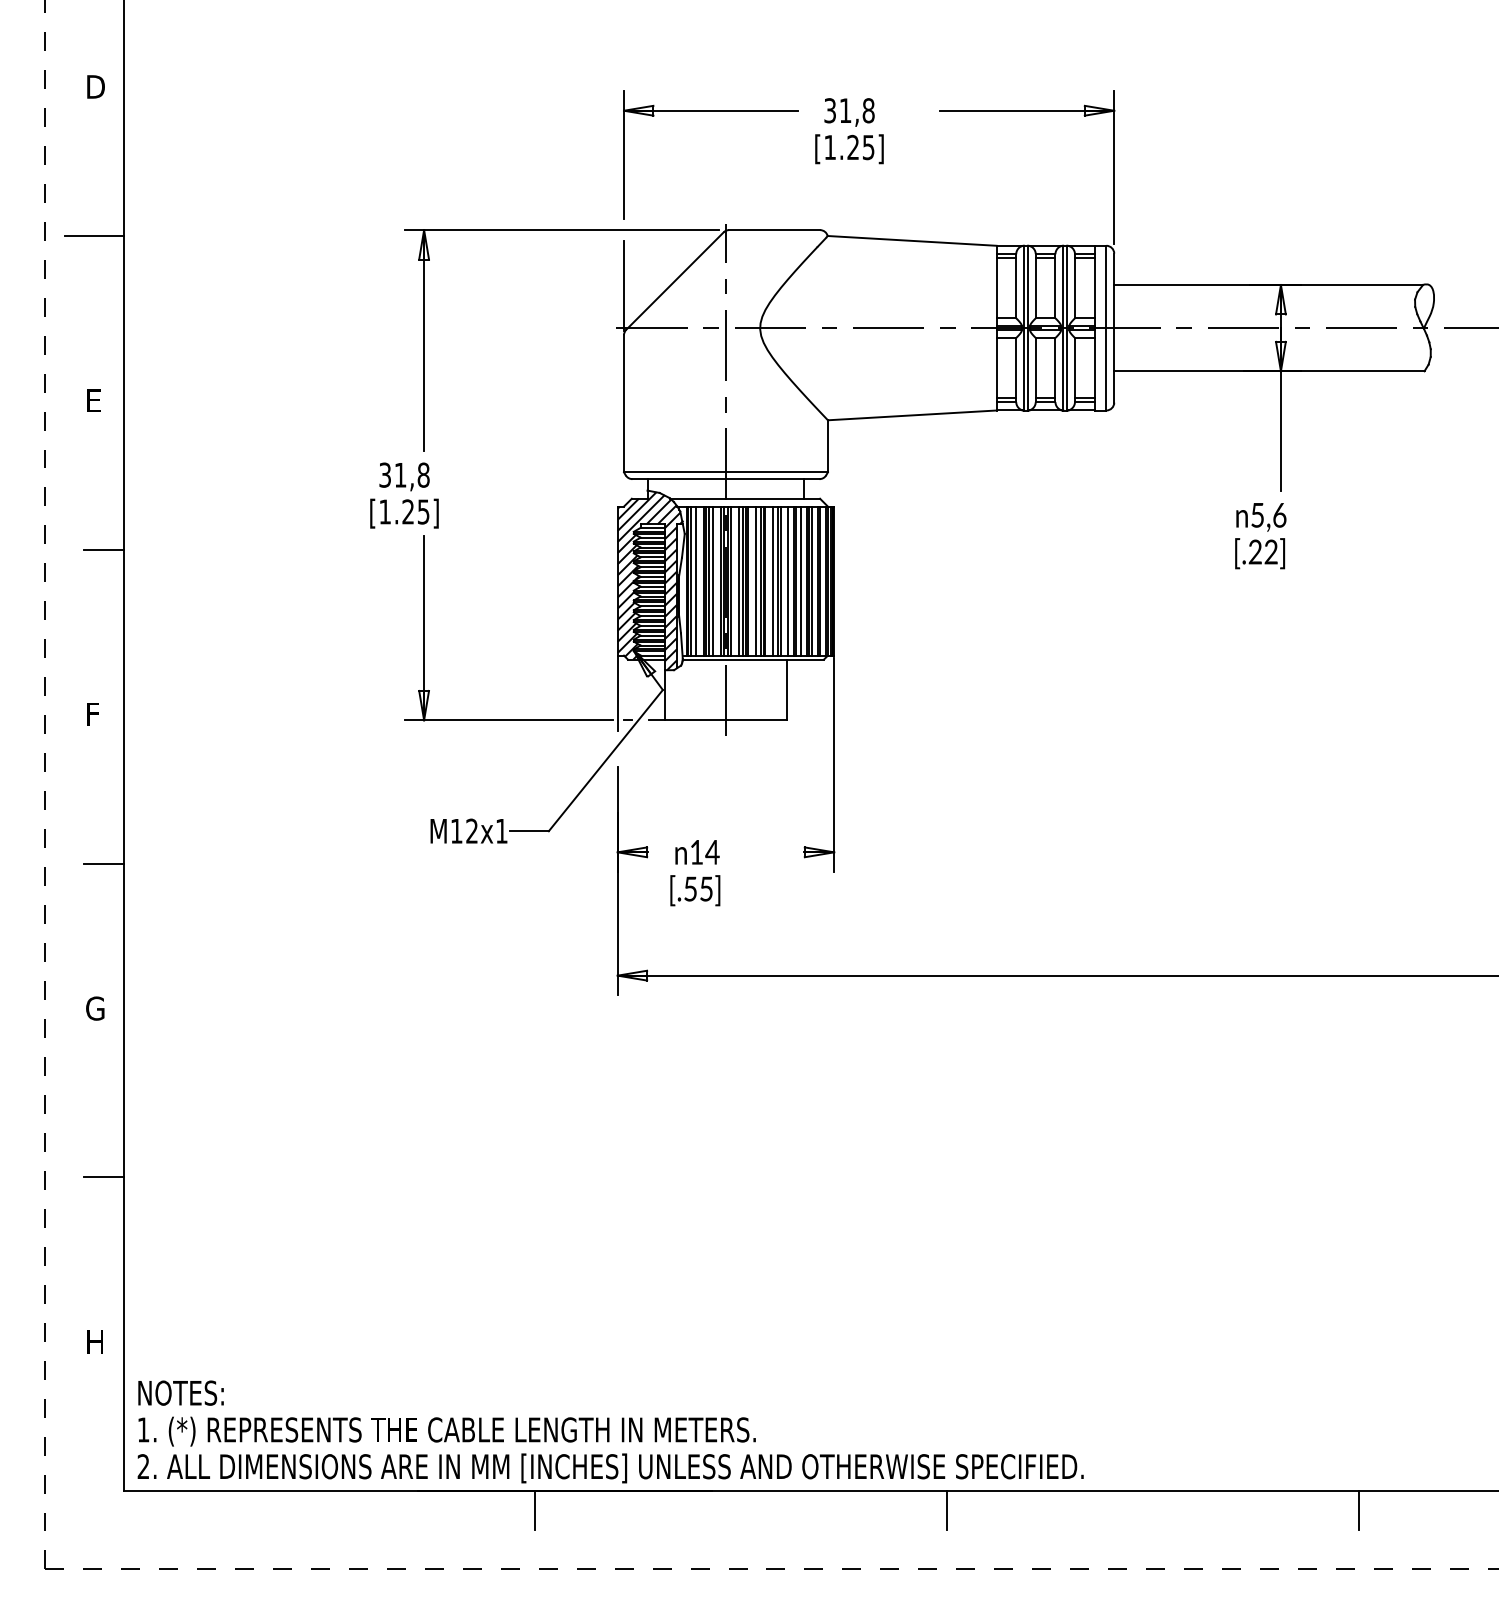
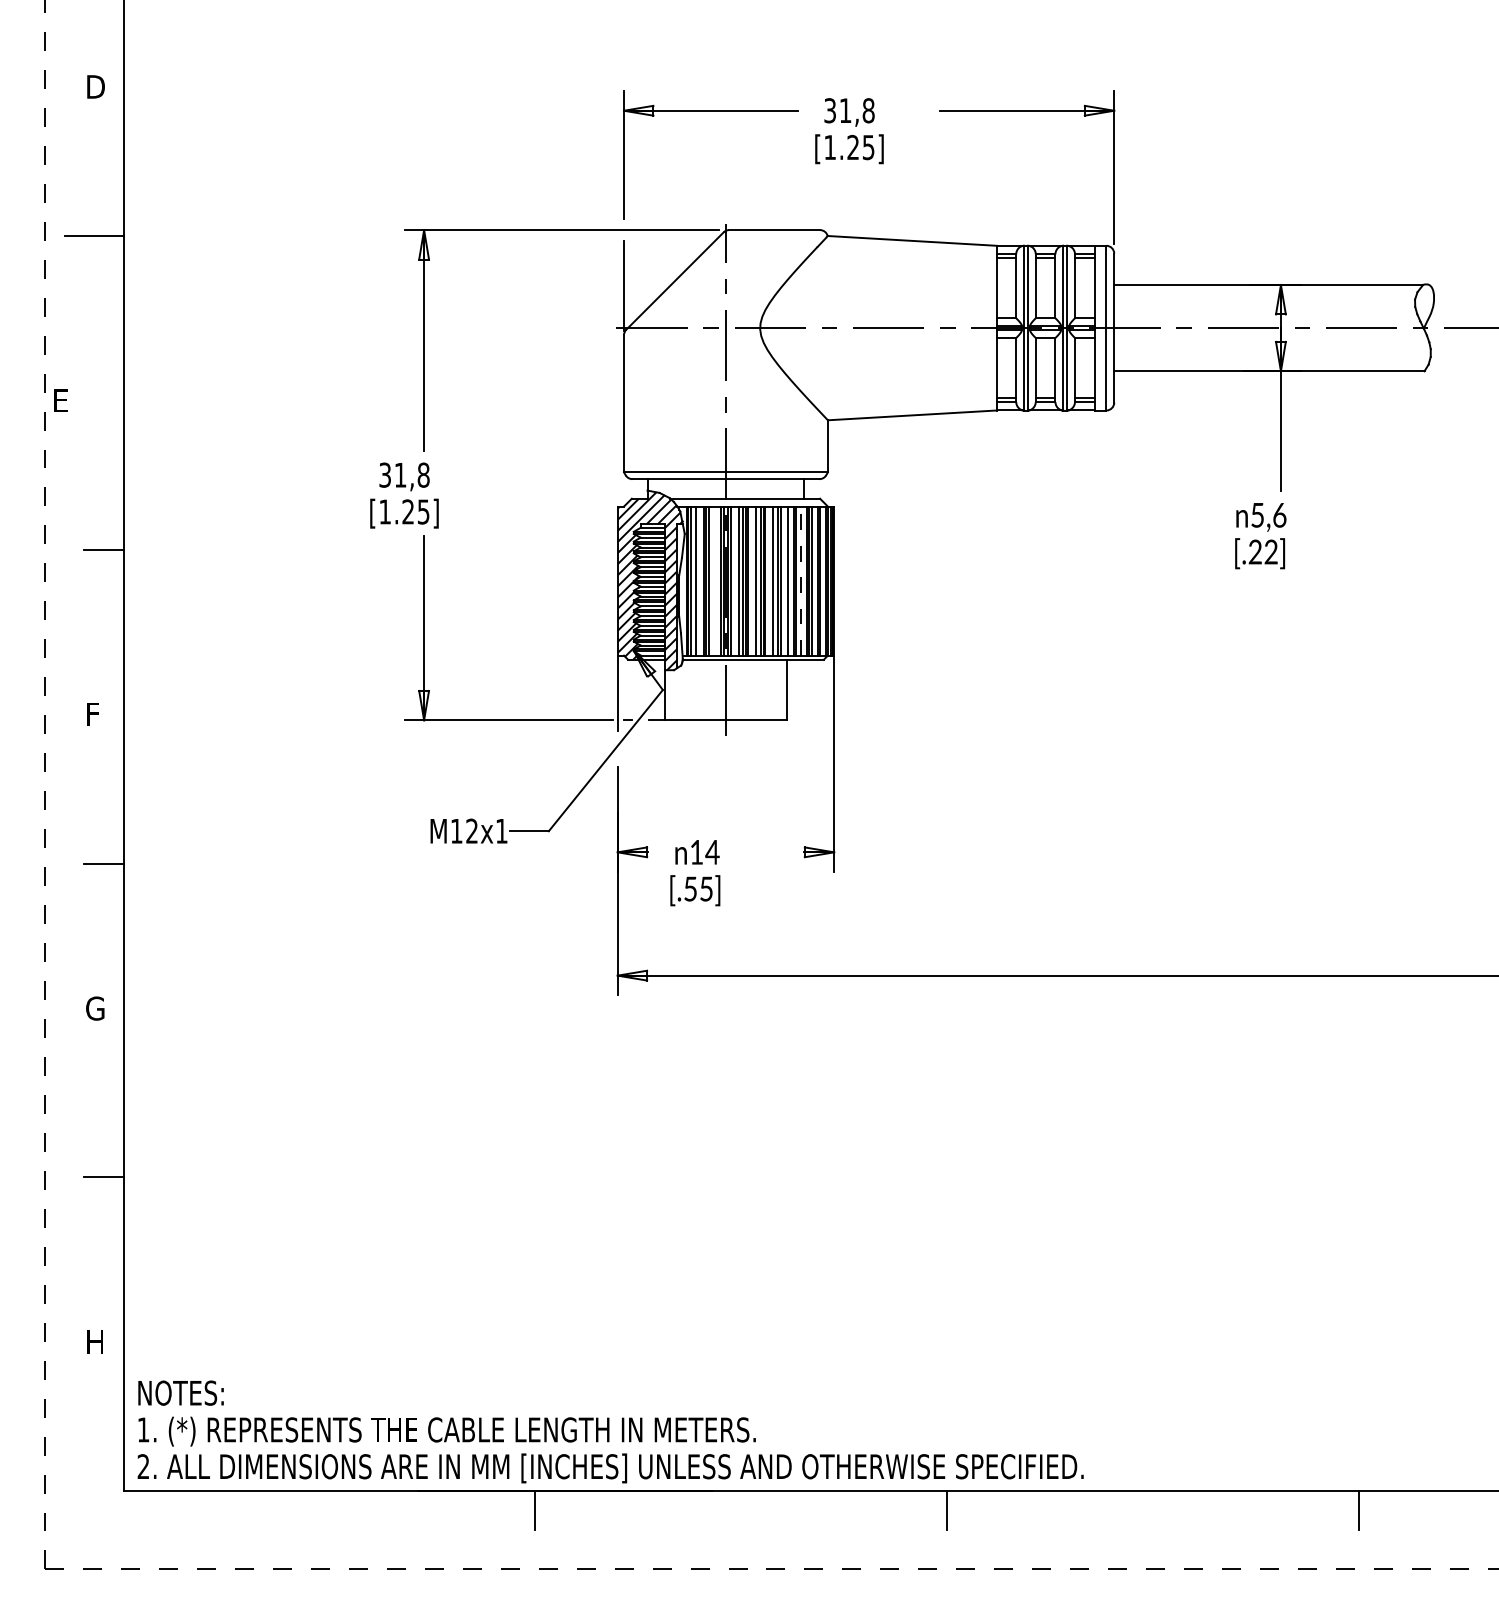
text at (93, 400) position: (93, 400) -> (60, 400)
line at (713, 580): present -> none
line at (800, 581): solid -> dashed
